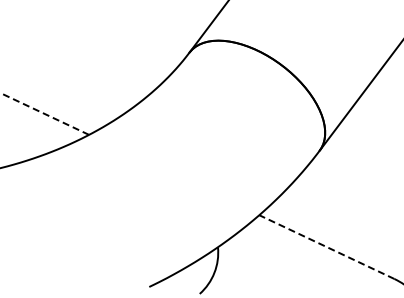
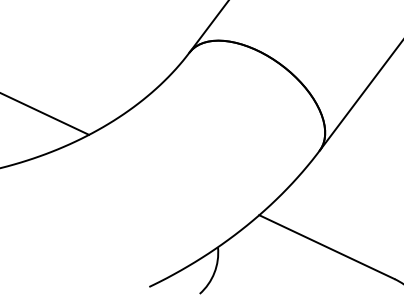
line at (44, 113): dashed -> solid
line at (326, 247): dashed -> solid
